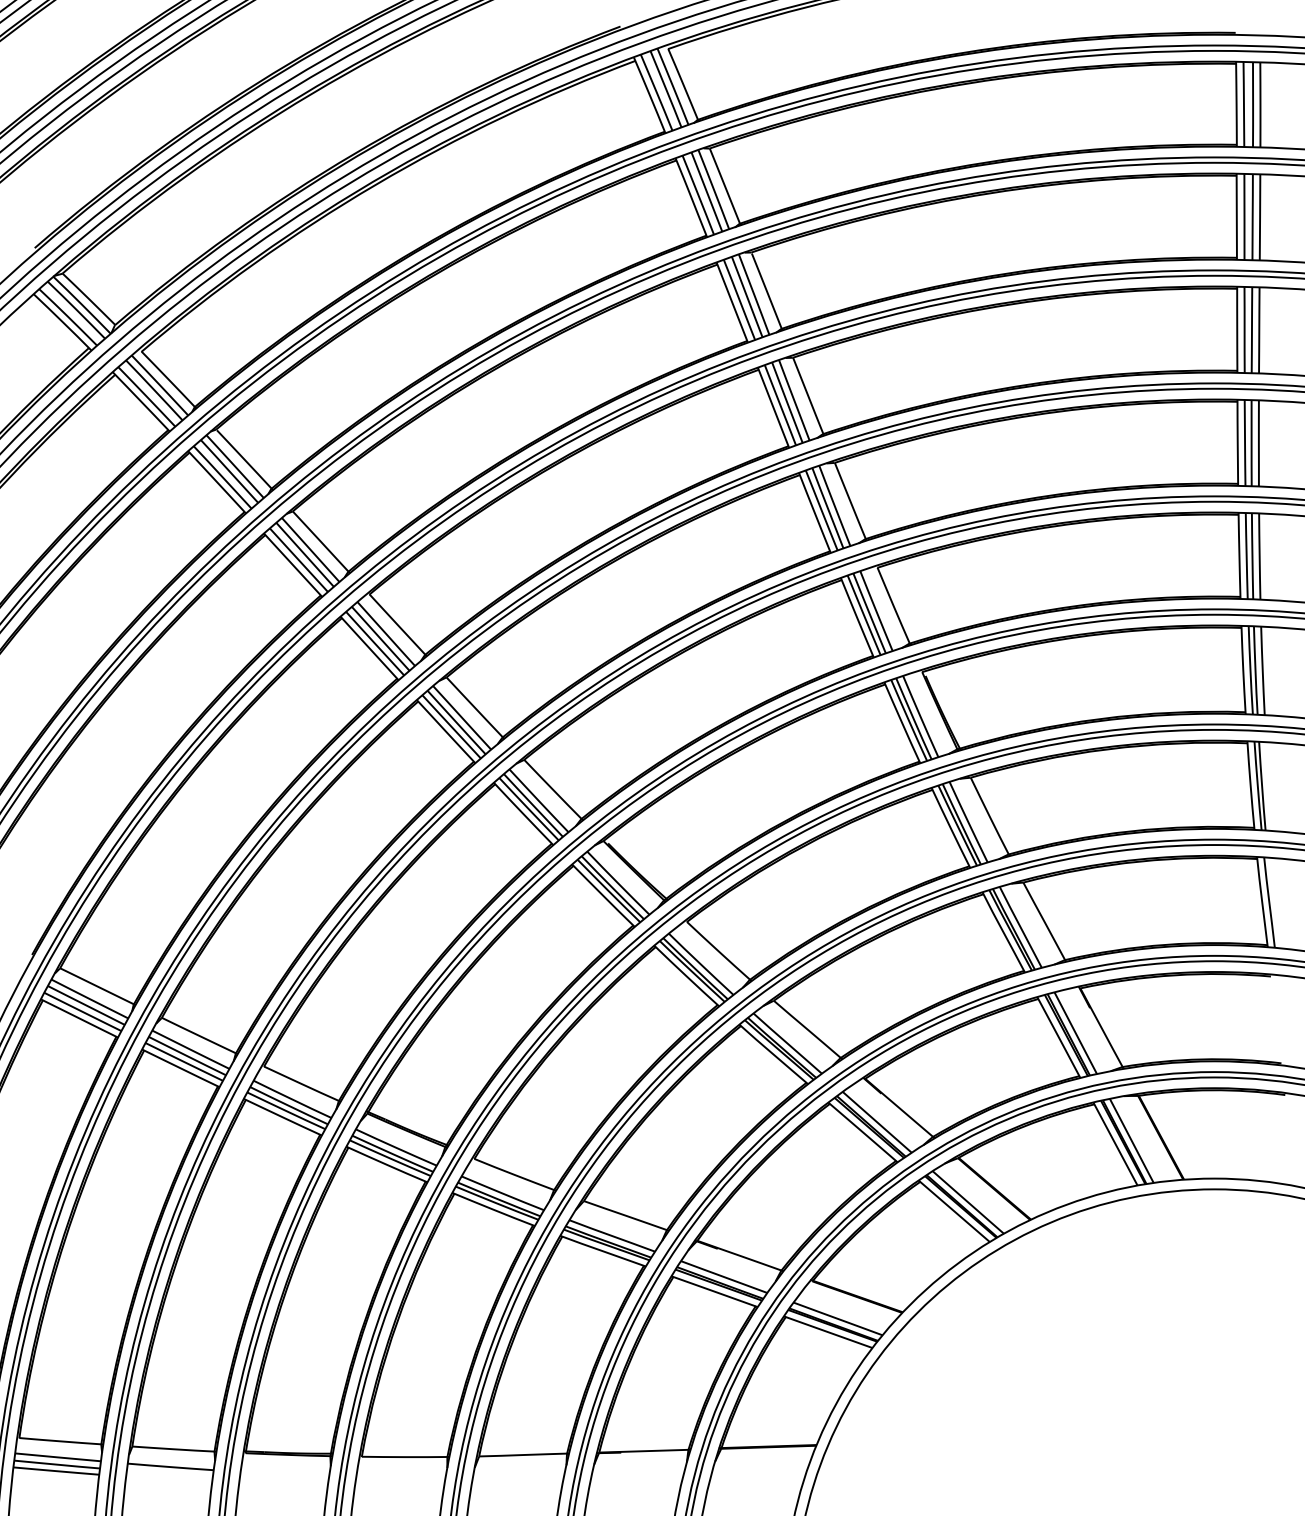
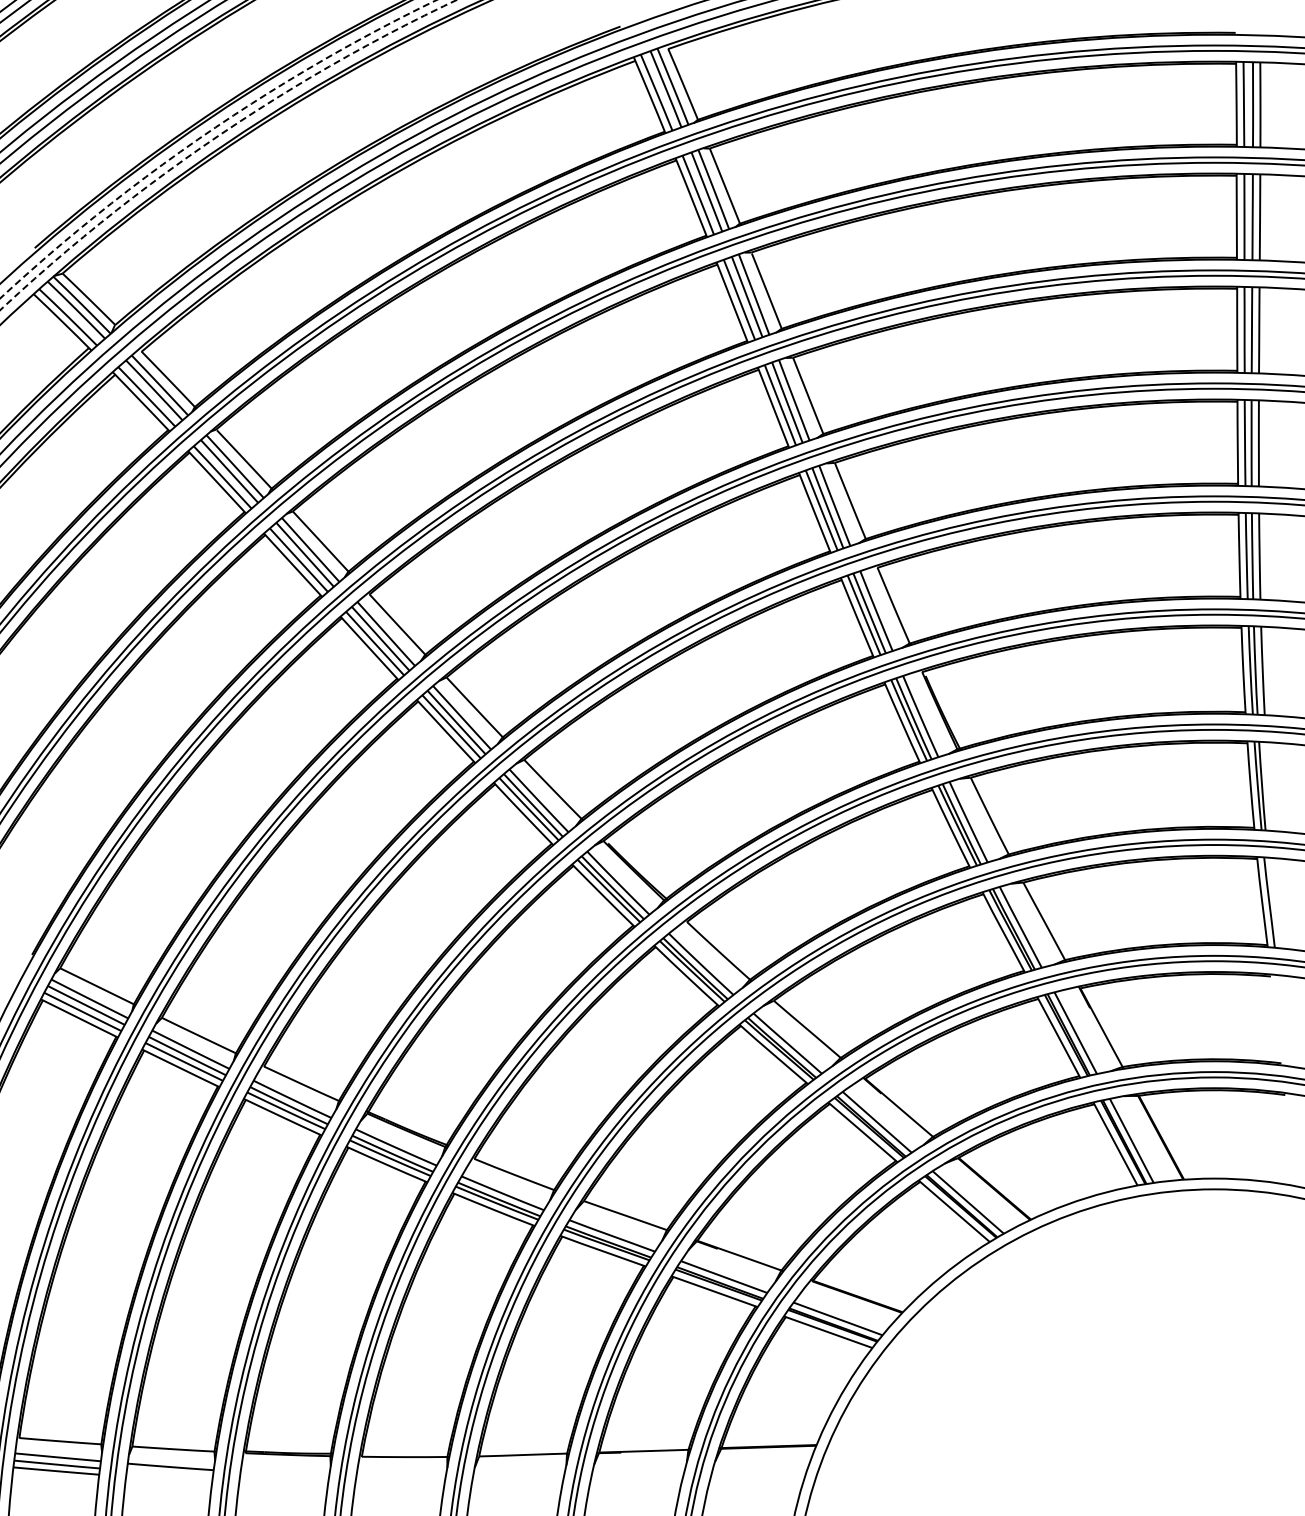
circle at (218, 149): solid -> dashed
circle at (228, 155): solid -> dashed
